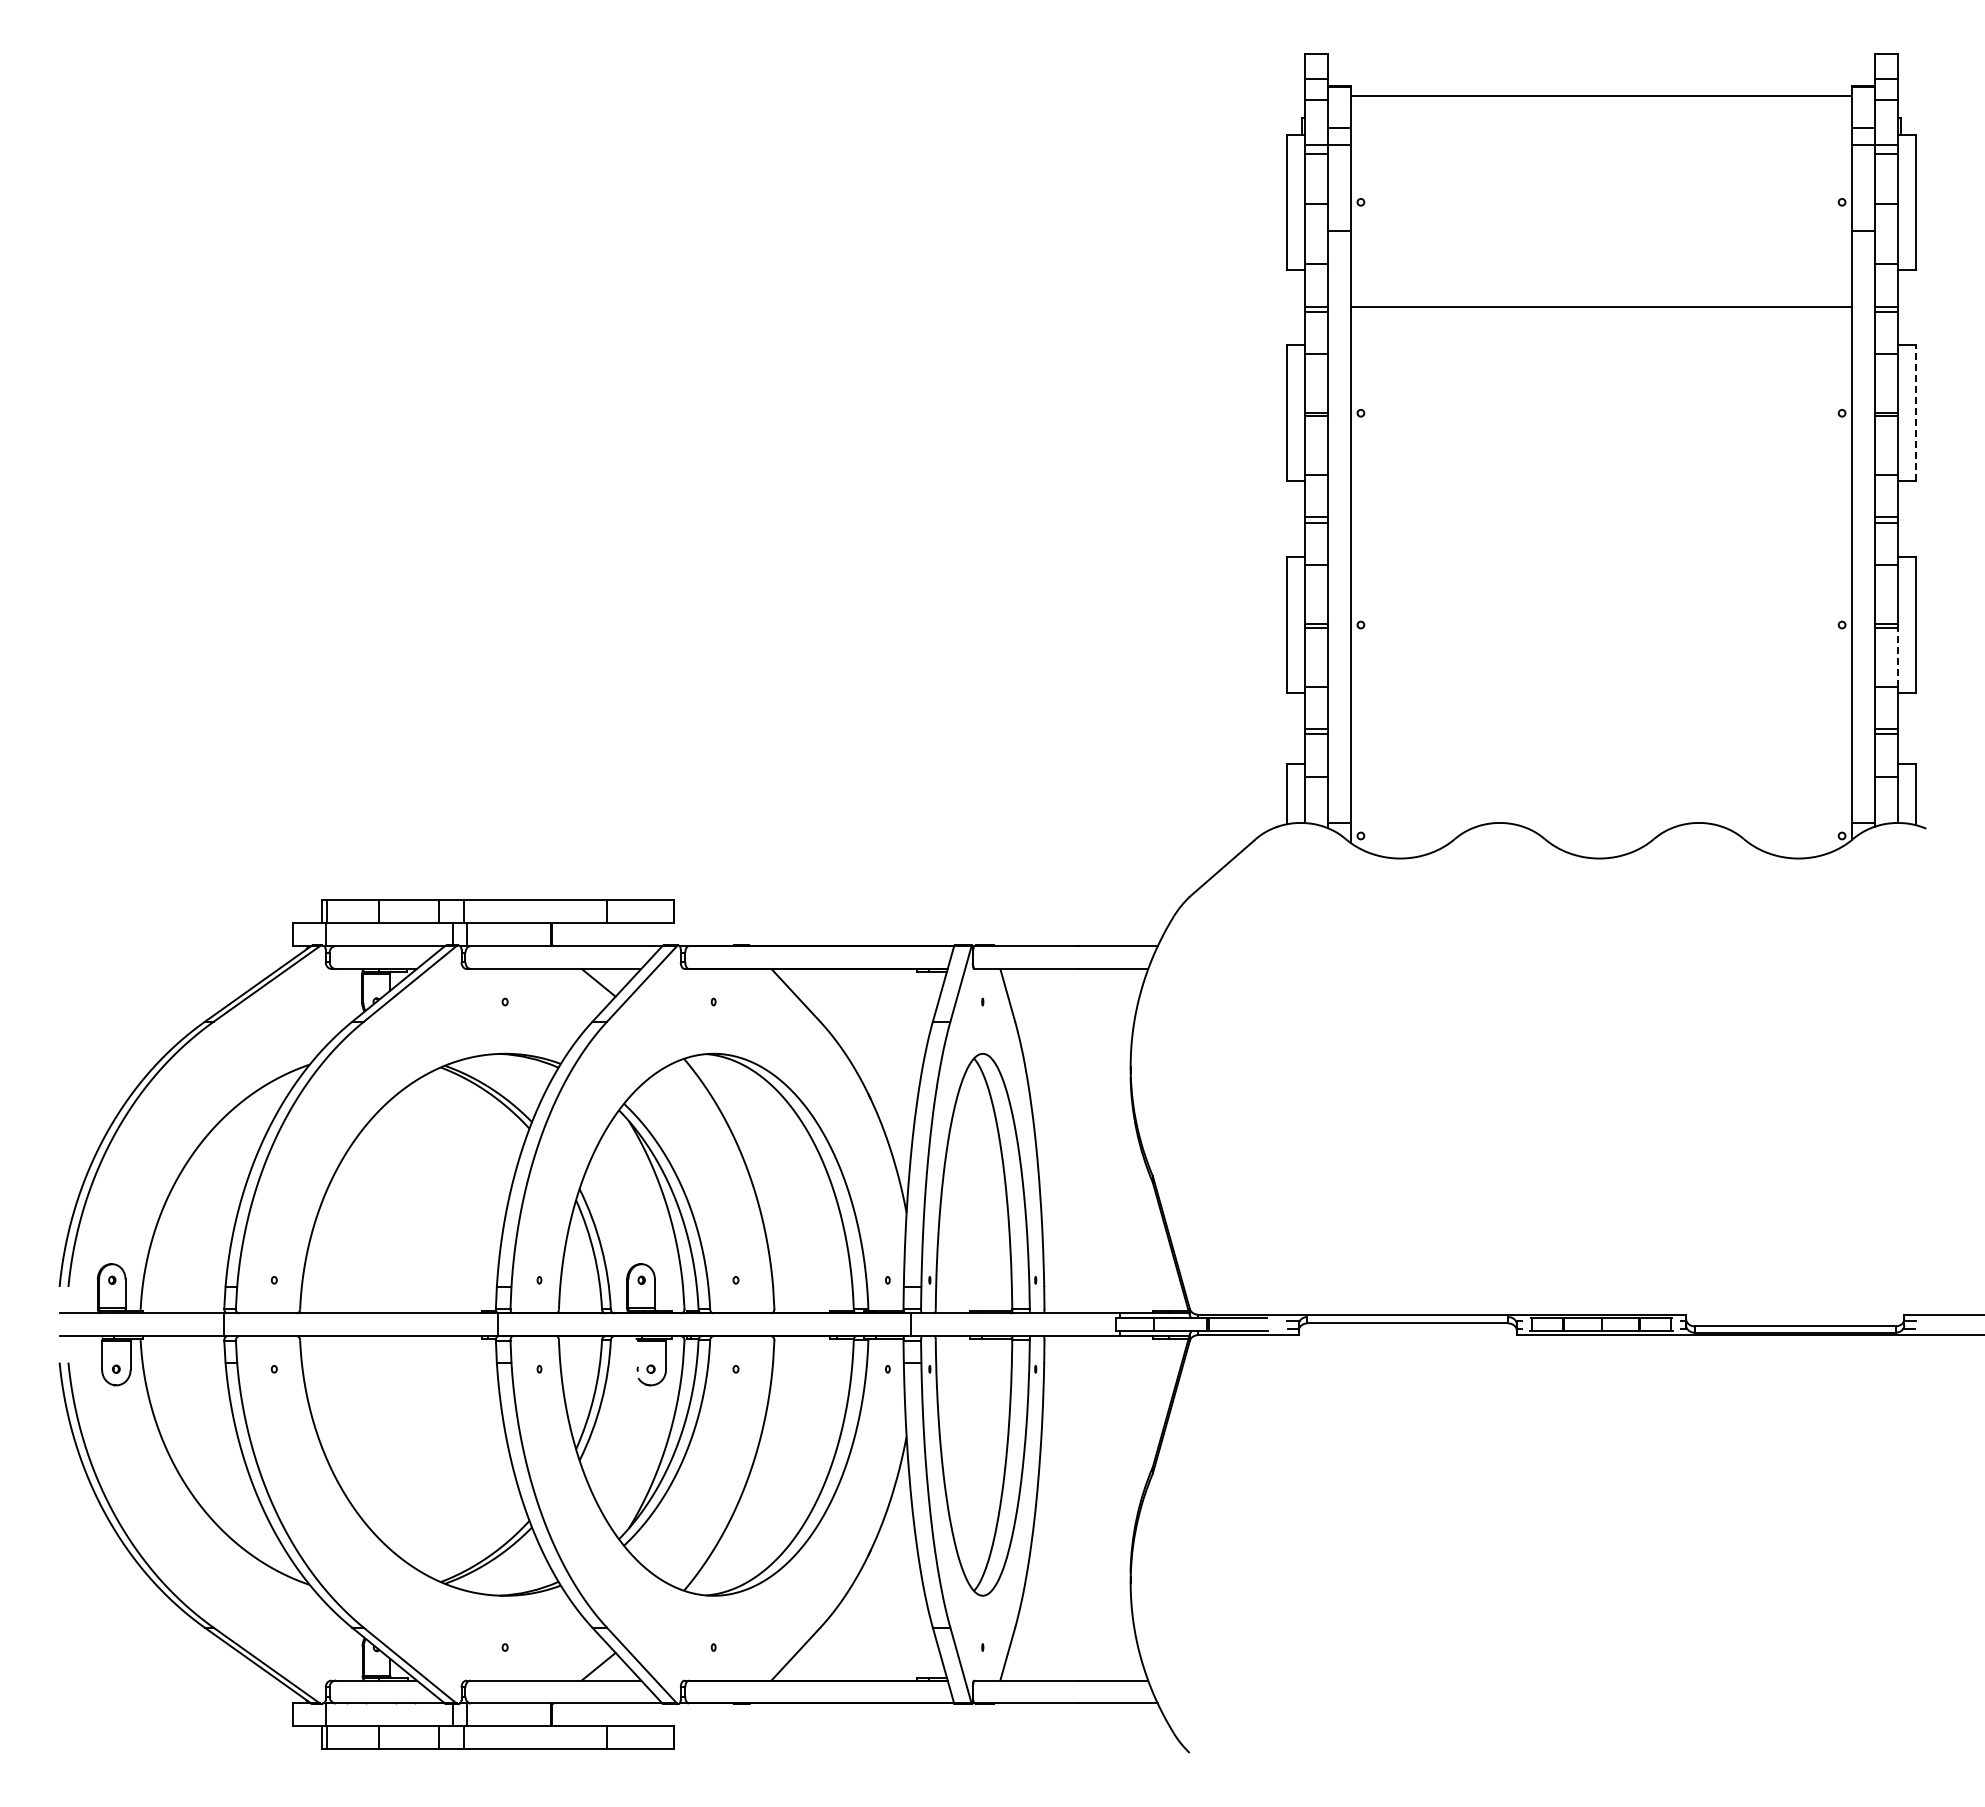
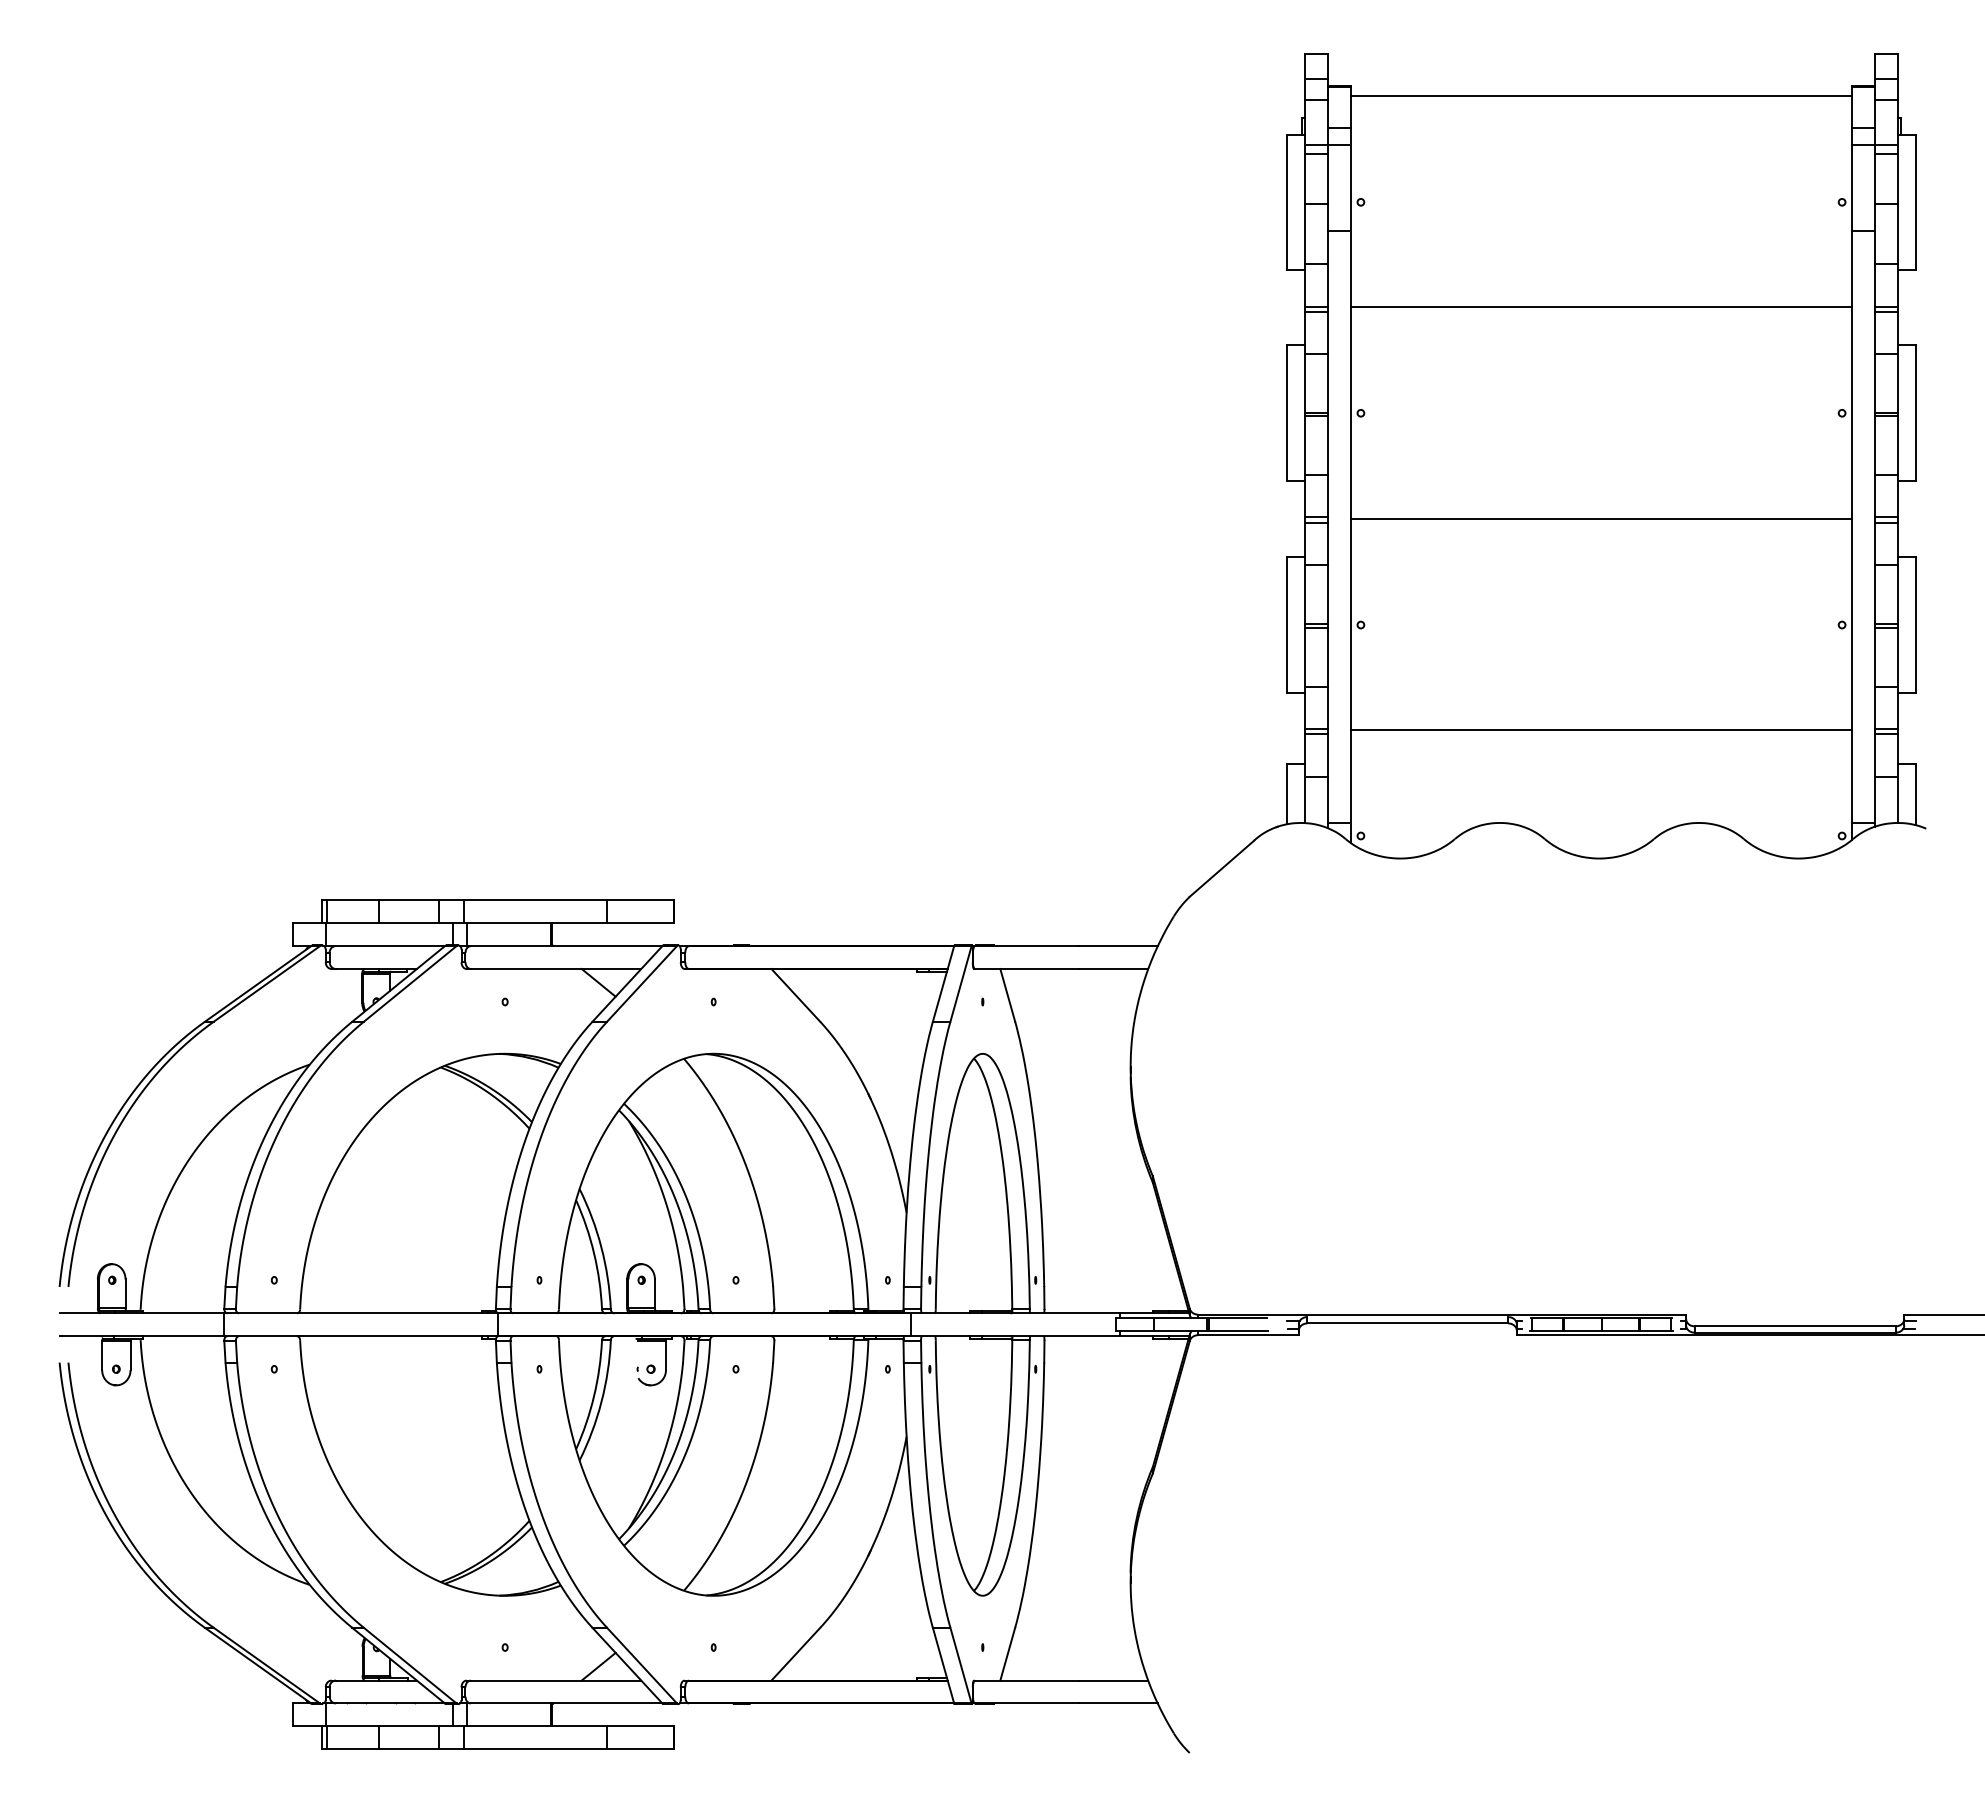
line at (1915, 413): dashed -> solid
line at (1601, 519): none -> present
line at (1898, 657): dashed -> solid
line at (1601, 730): none -> present
